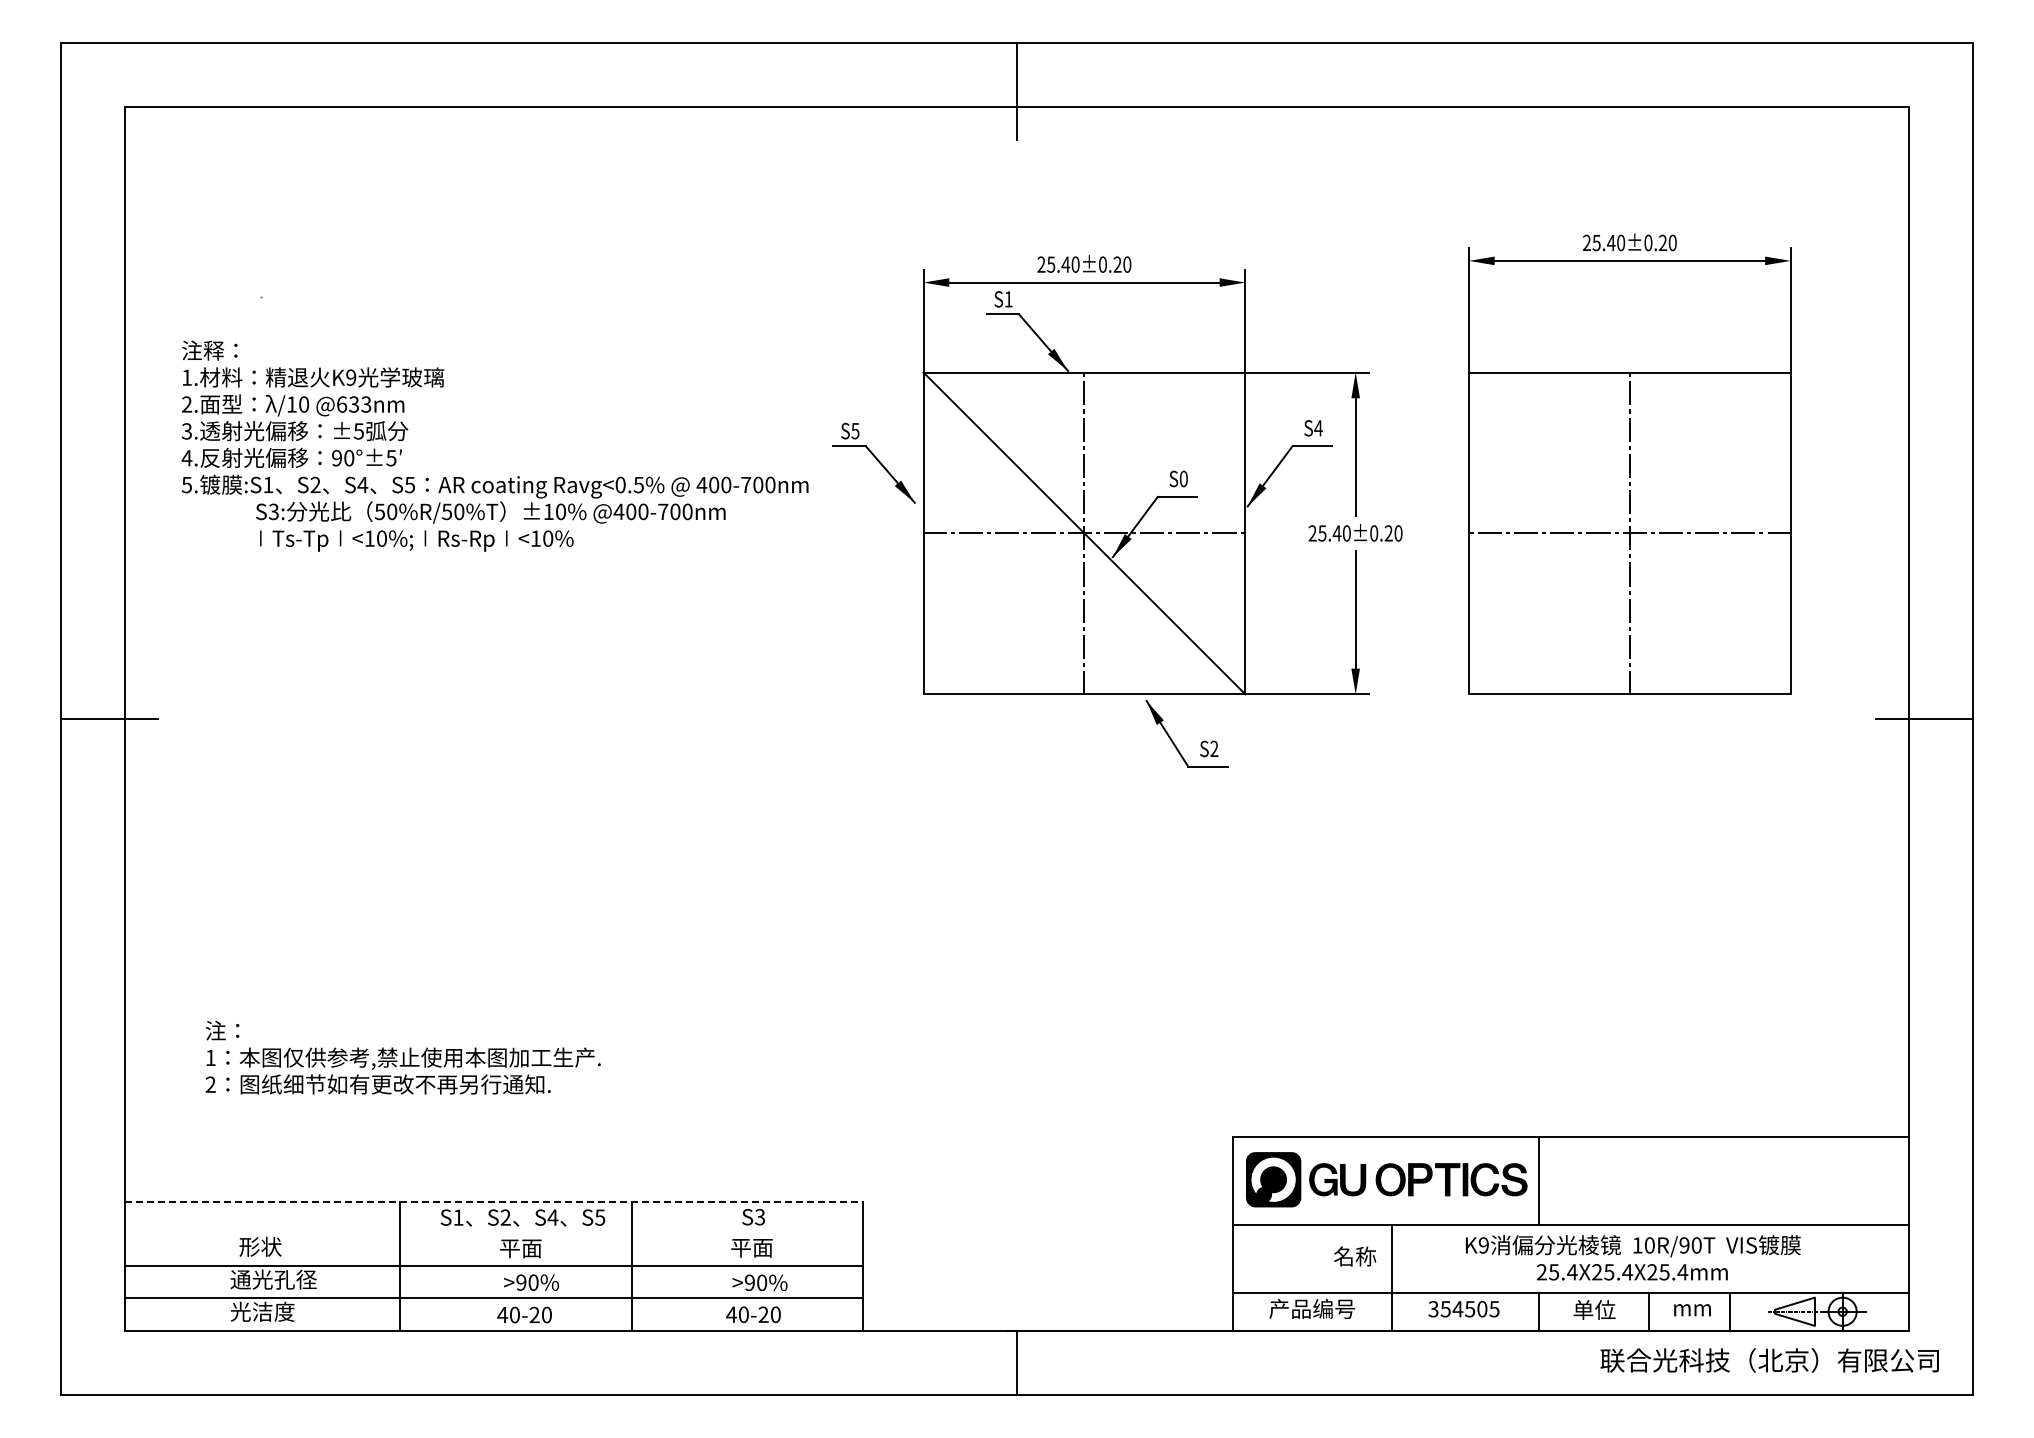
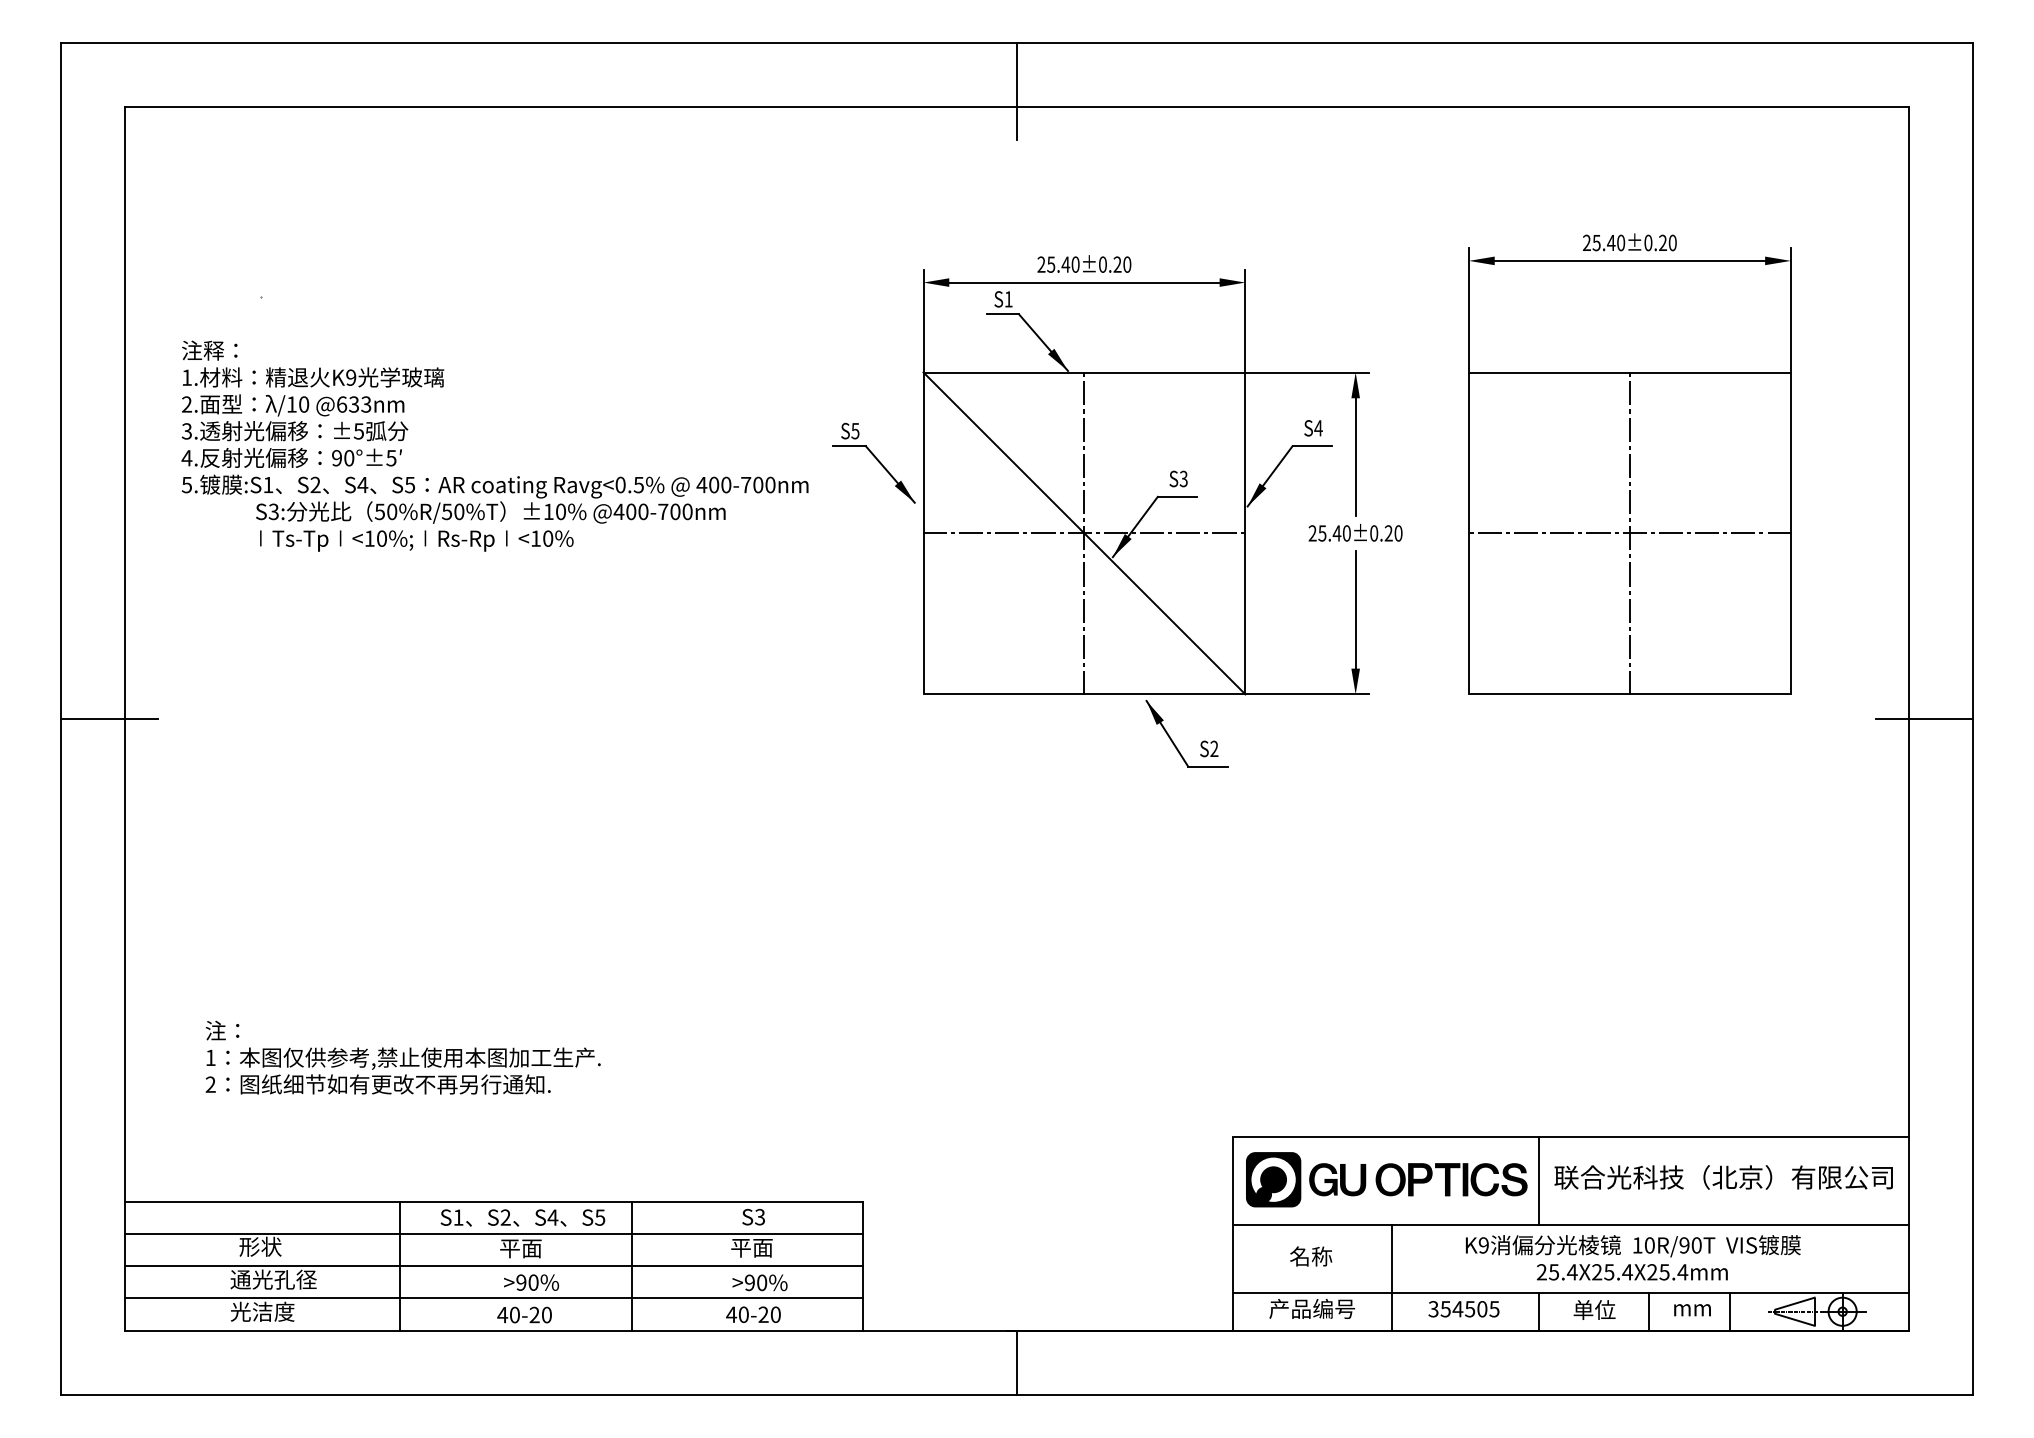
text at (1183, 478): S0 -> S3
line at (494, 1201): dashed -> solid
line at (494, 1234): none -> present
text at (1355, 1256) position: (1355, 1256) -> (1311, 1256)
text at (1769, 1360) position: (1769, 1360) -> (1723, 1177)
